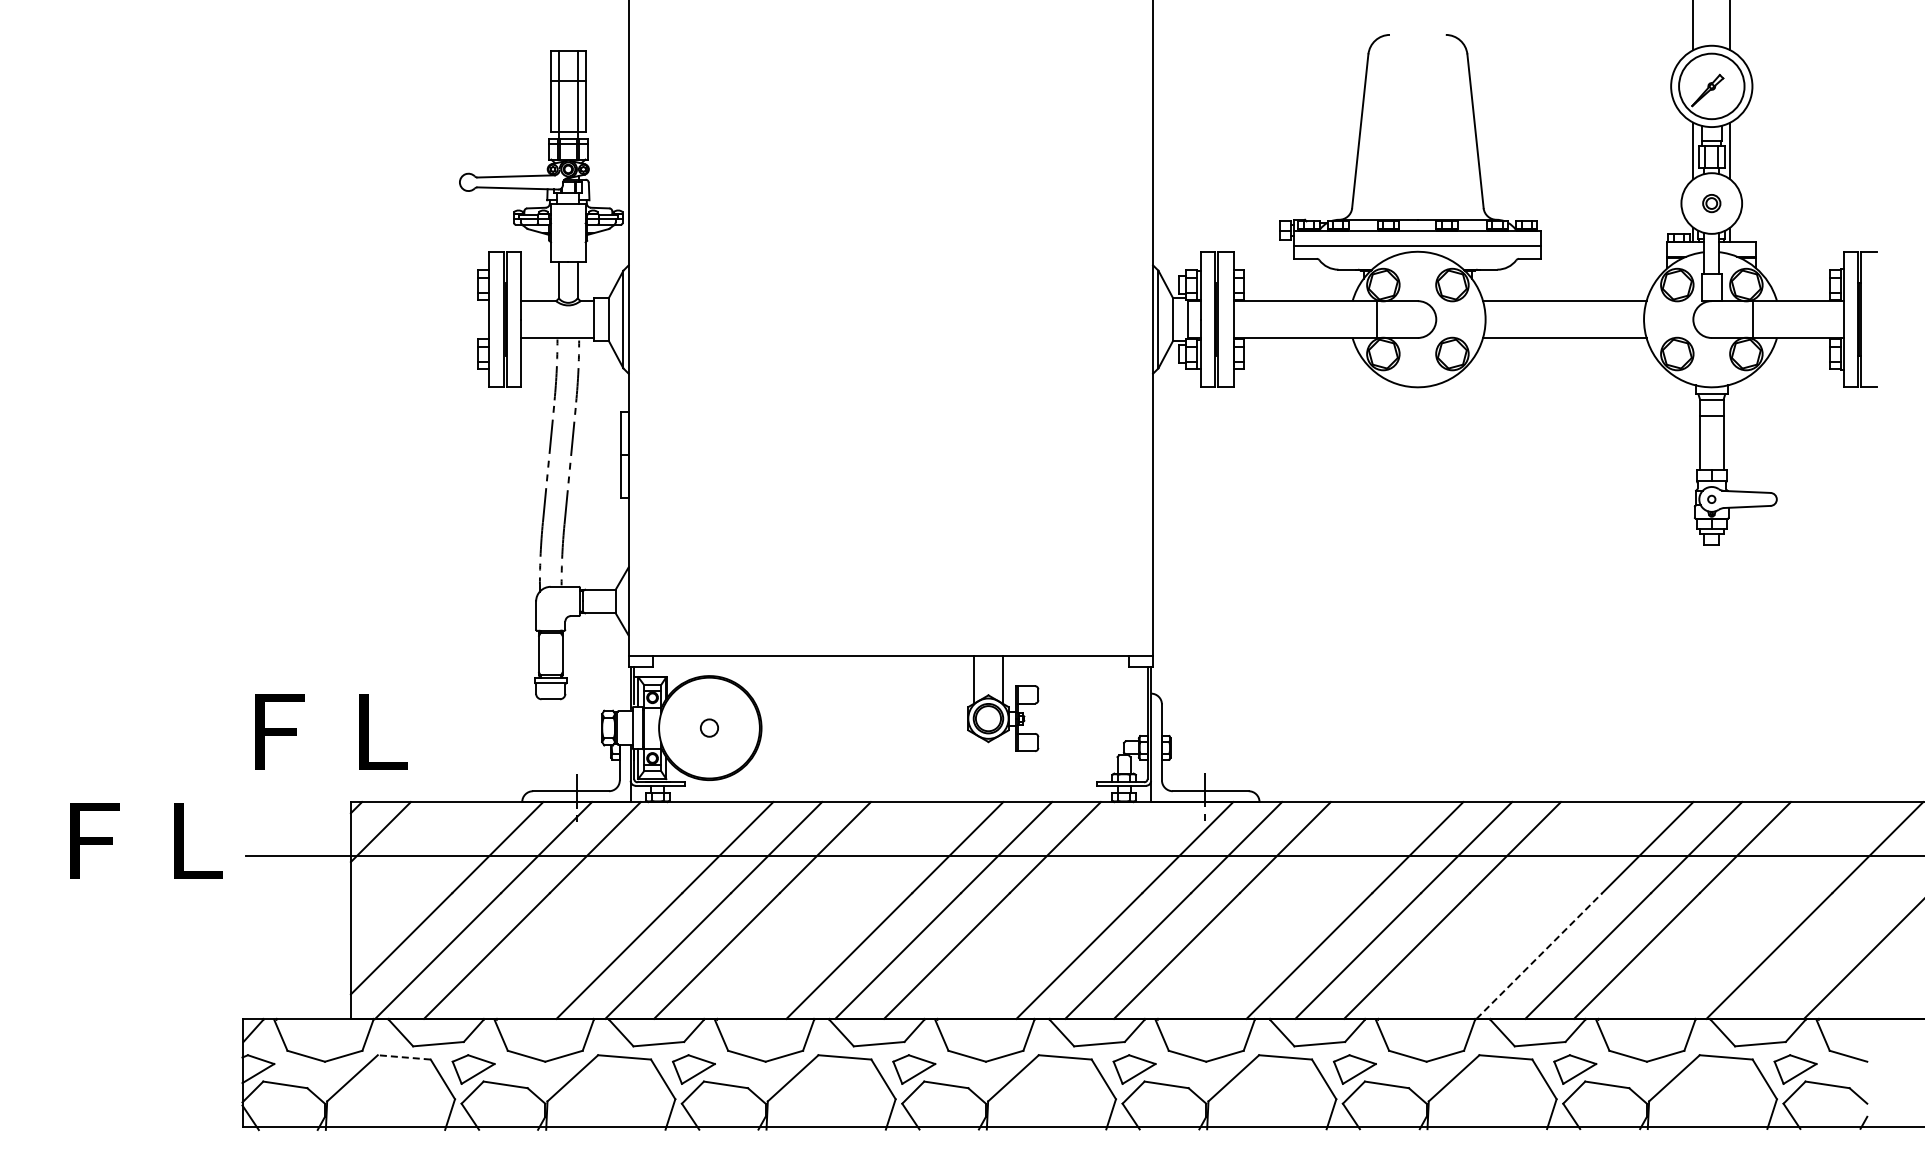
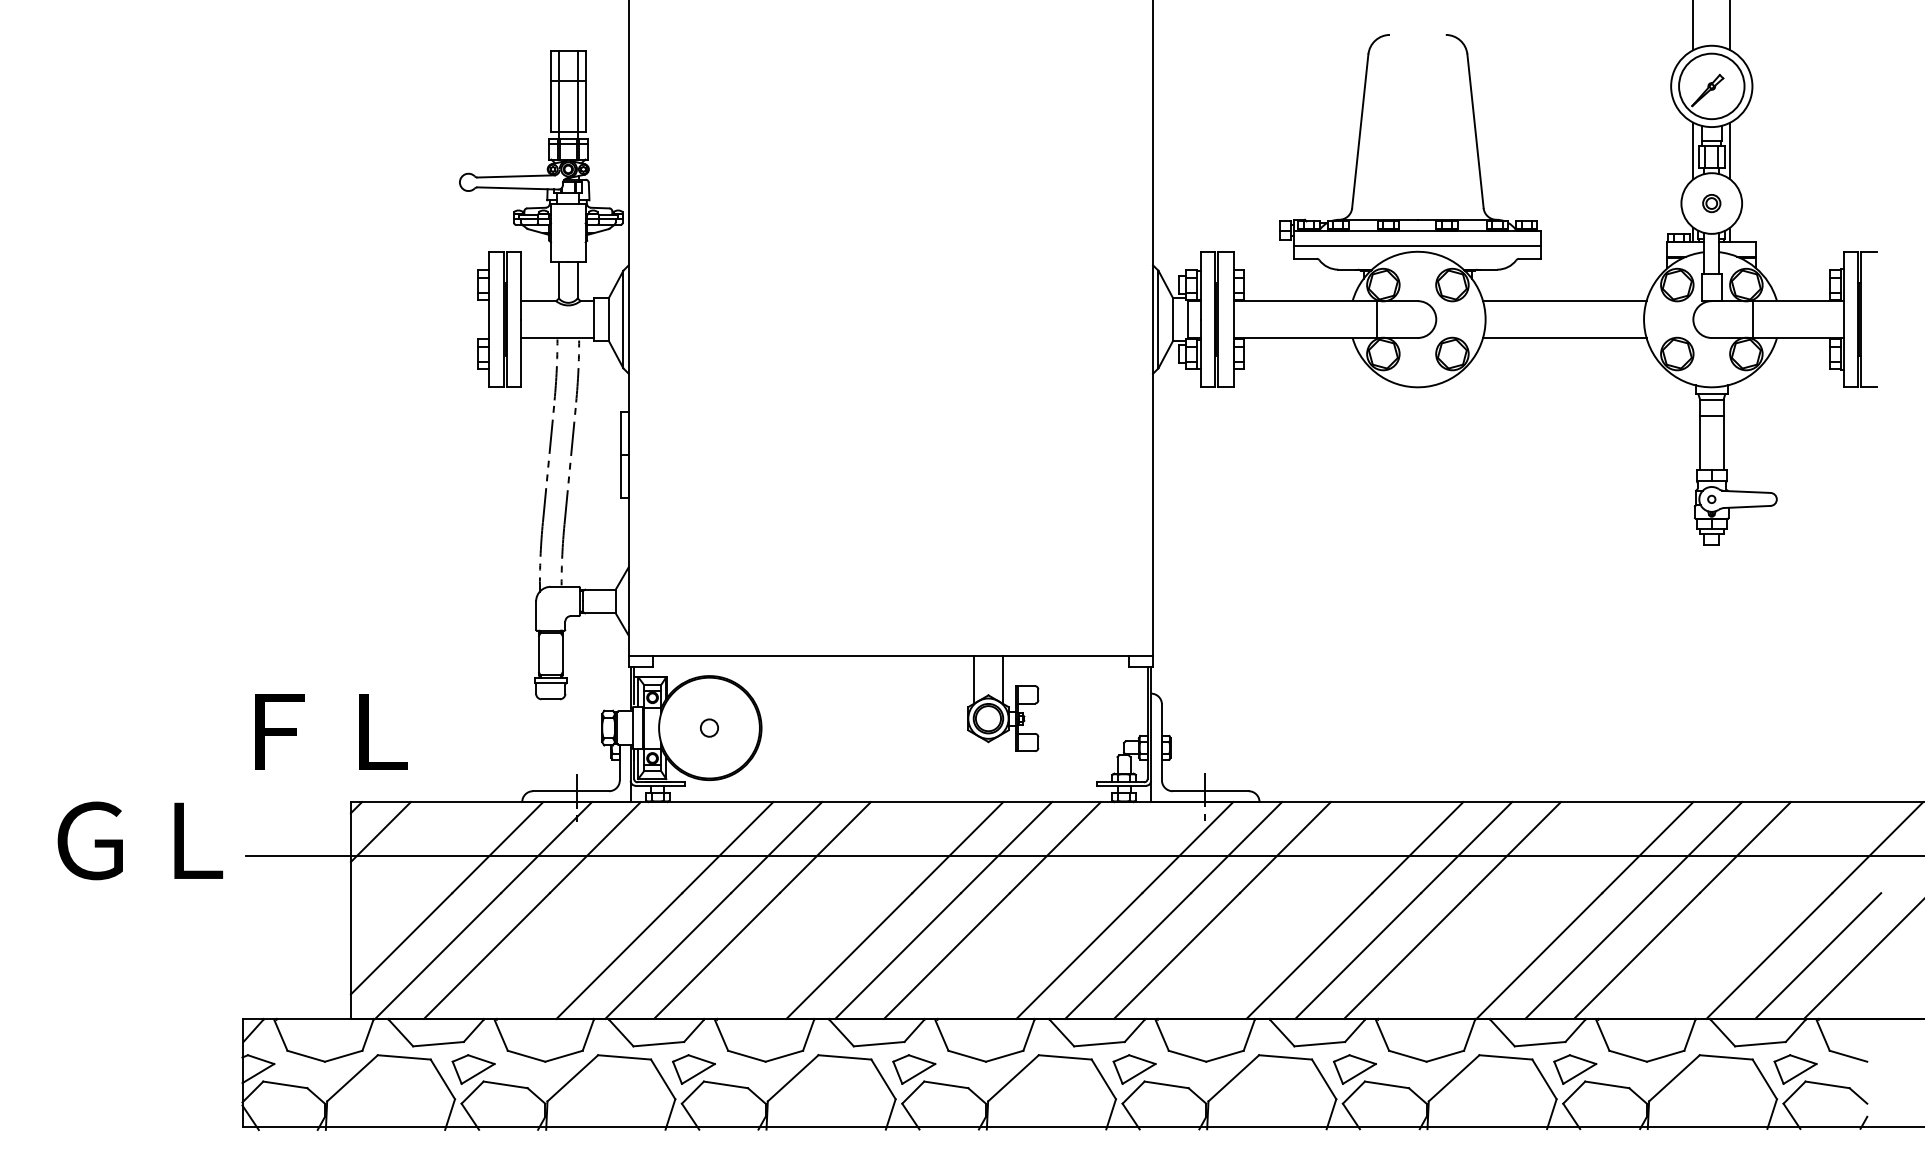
text at (140, 840): ＦＬ -> ＧＬ
line at (1818, 955): none -> present
line at (1539, 956): dashed -> solid
line at (404, 1057): dashed -> solid
